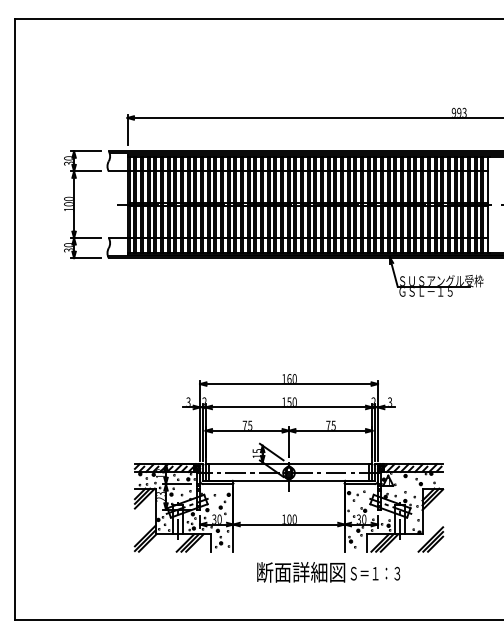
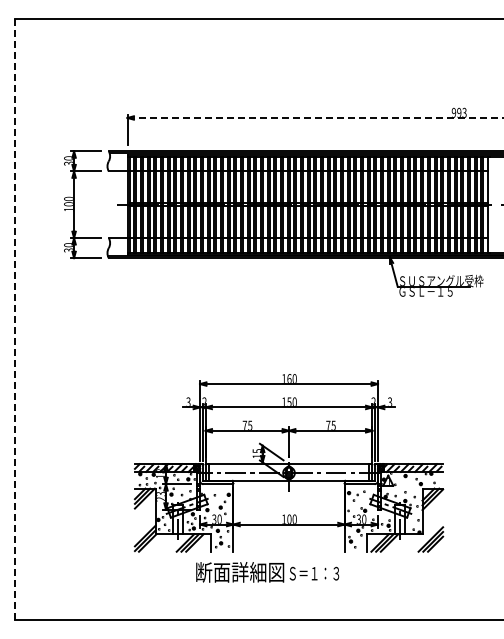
line at (315, 117): solid -> dashed
line at (15, 319): solid -> dashed
text at (328, 572) position: (328, 572) -> (267, 572)
